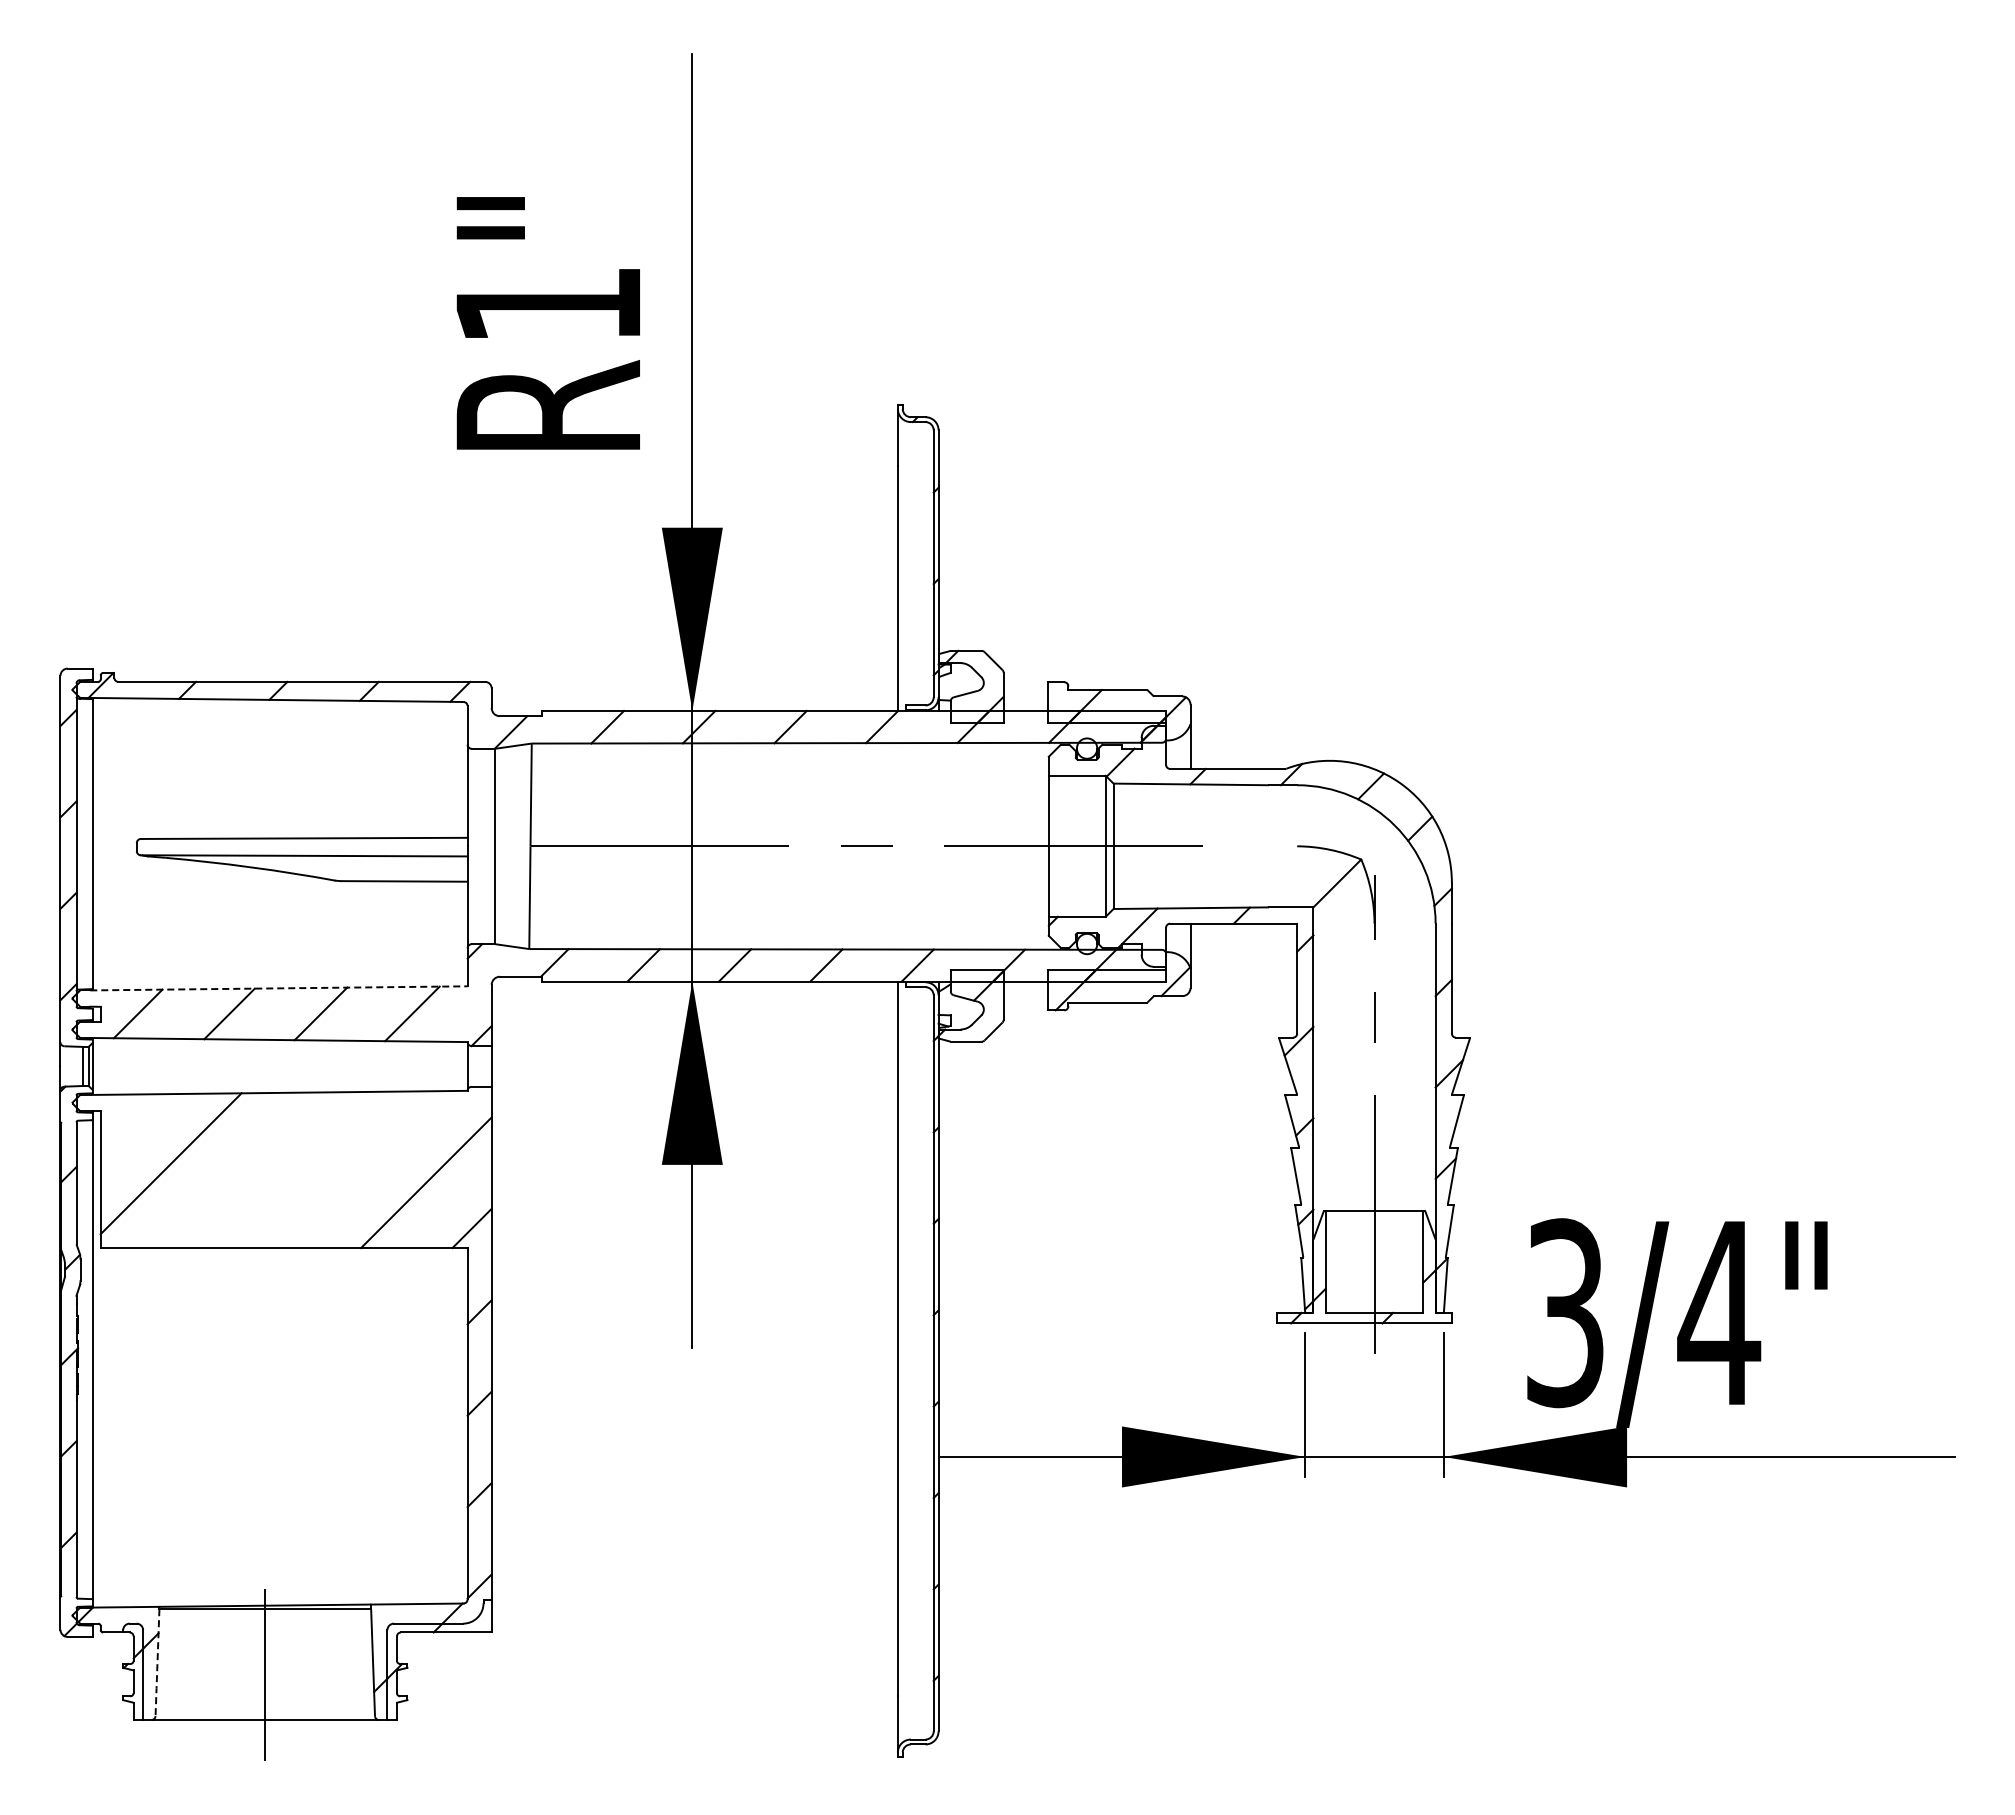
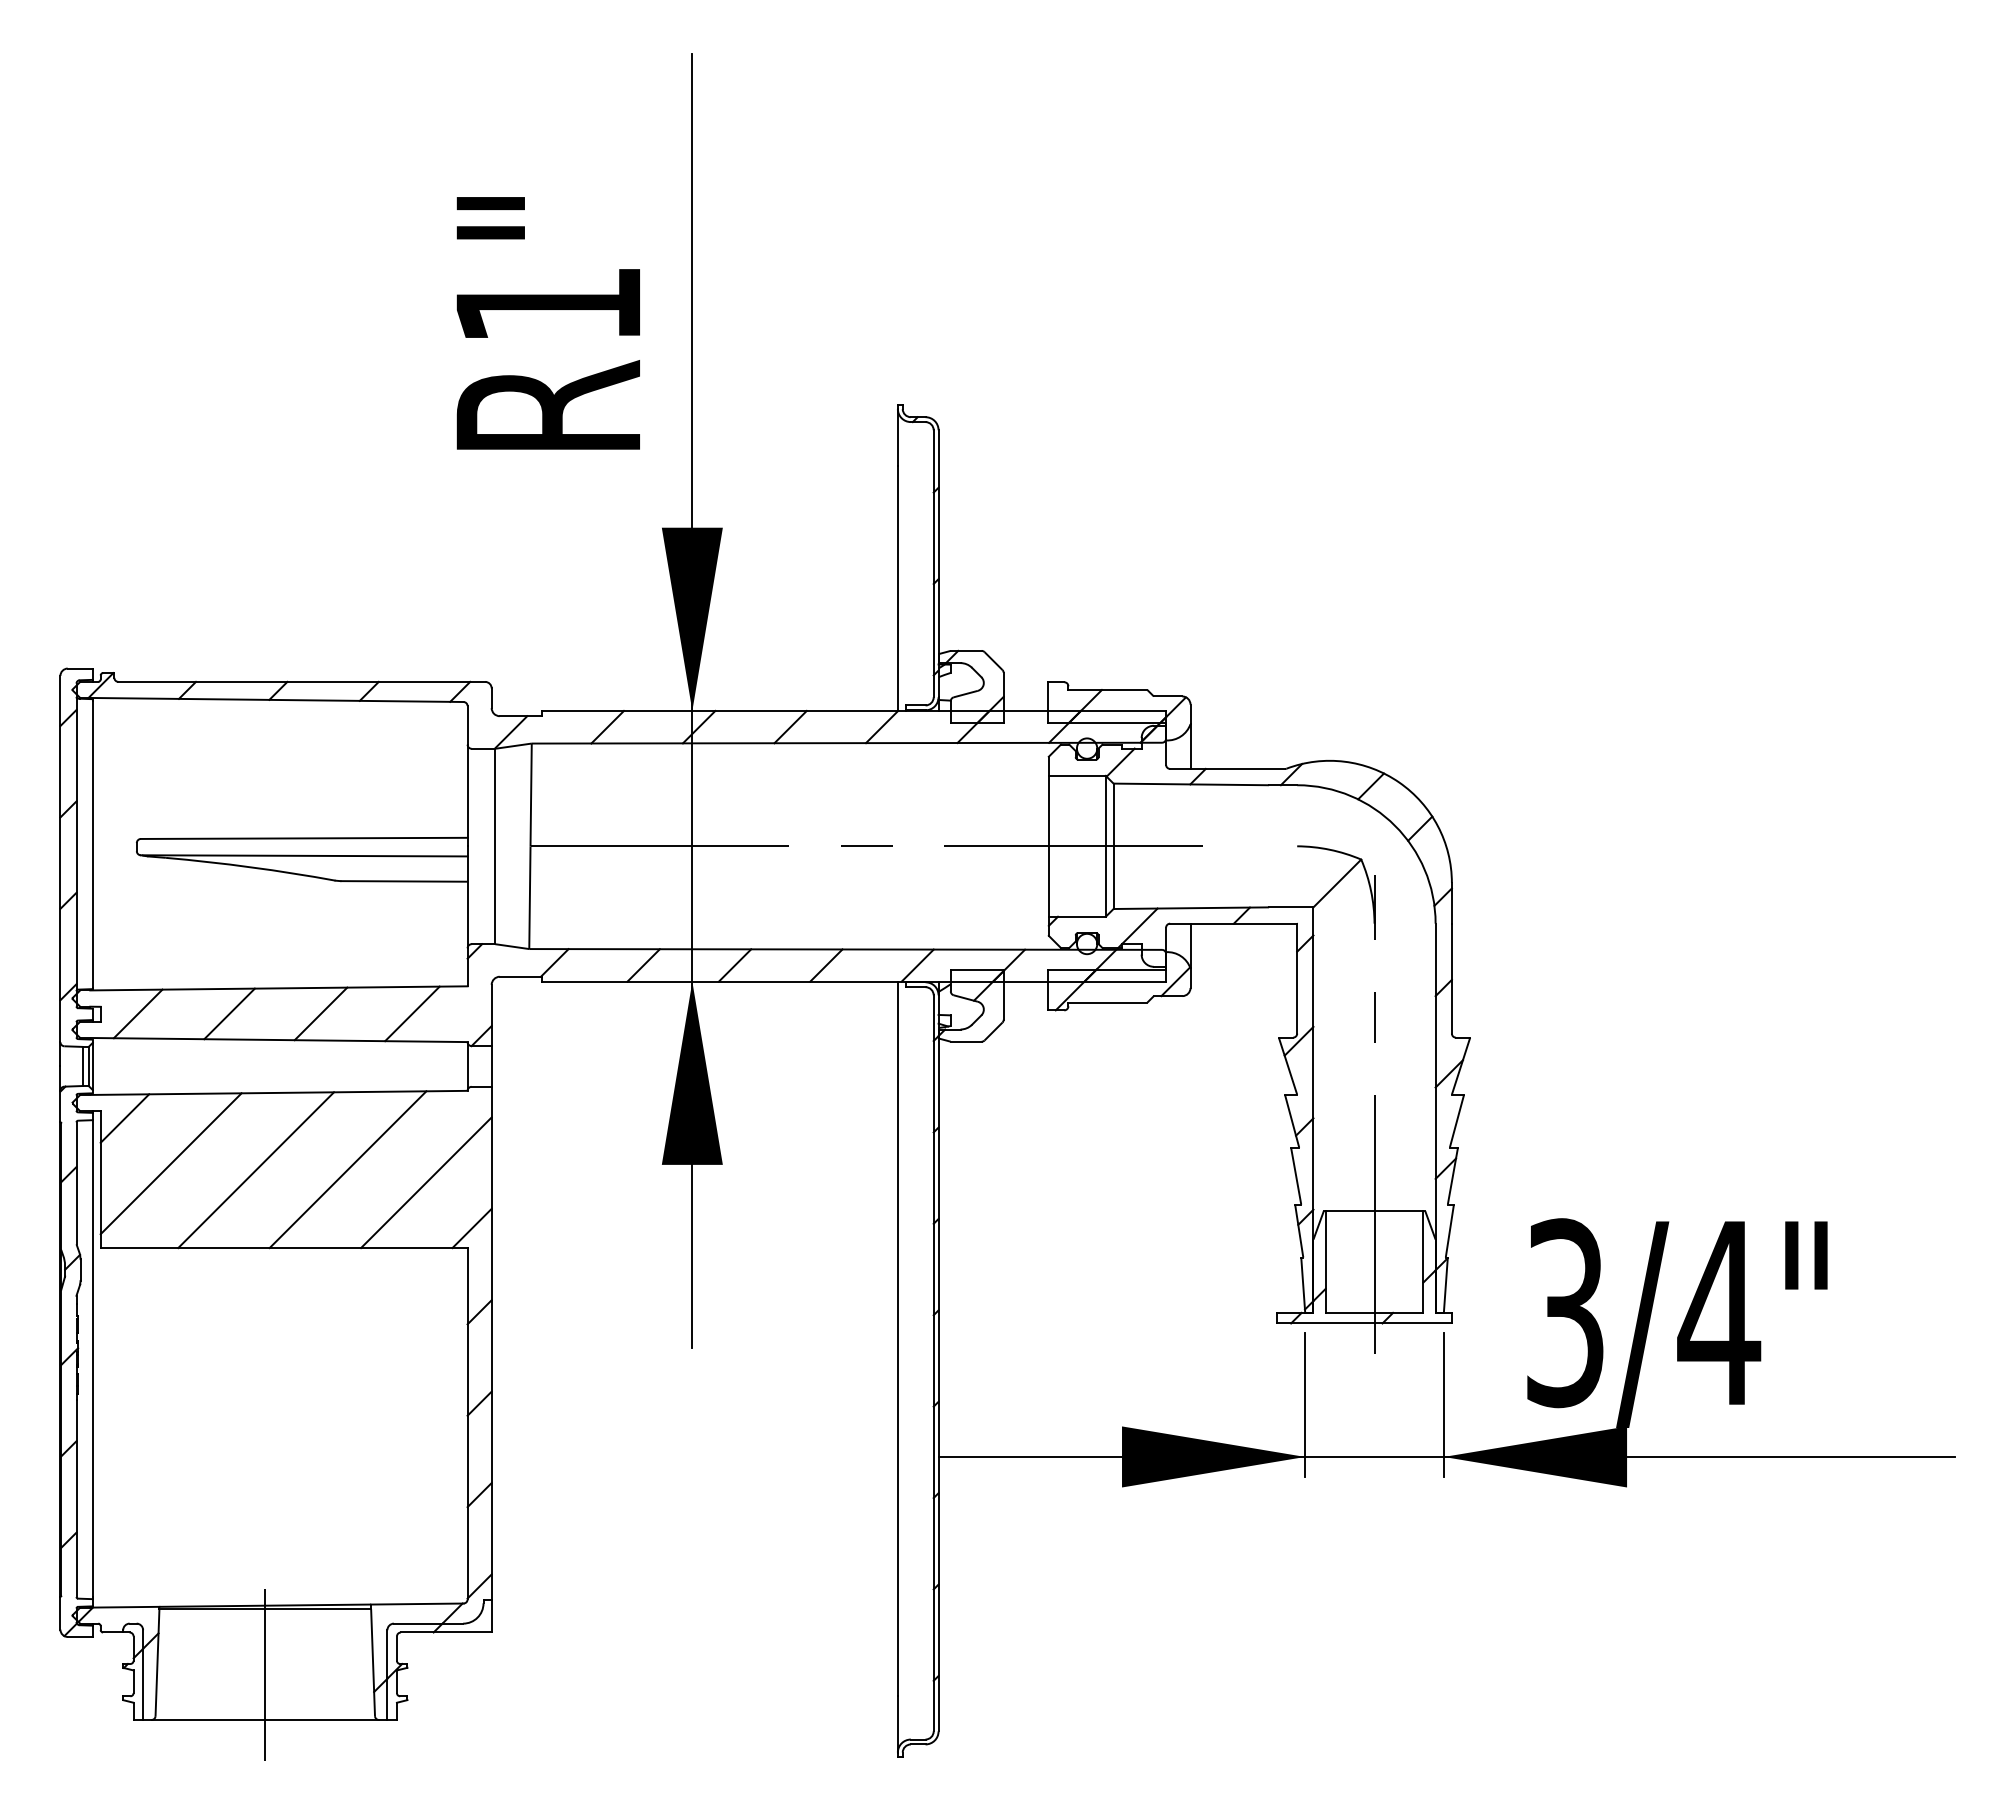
line at (278, 988): dashed -> solid
line at (124, 1118): none -> present
line at (347, 1169): none -> present
line at (256, 1170): none -> present
line at (157, 1663): dashed -> solid
